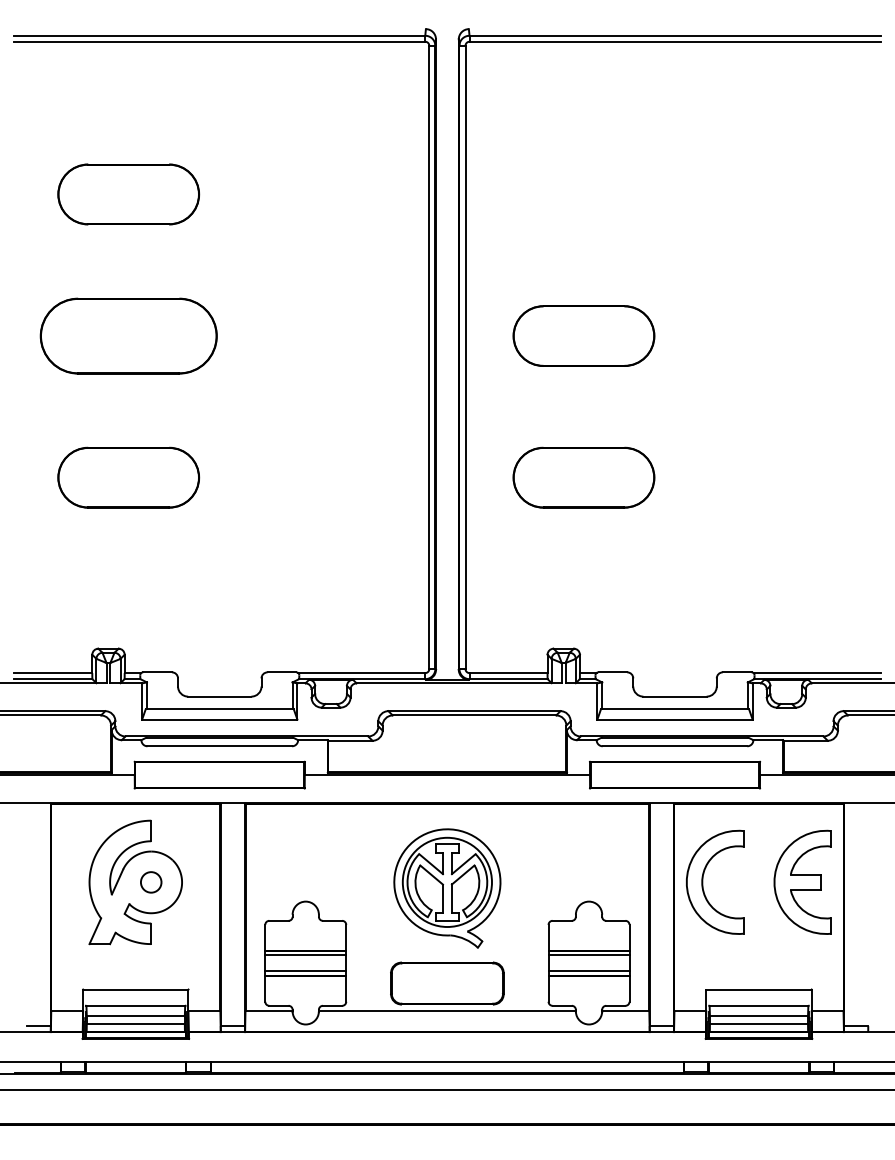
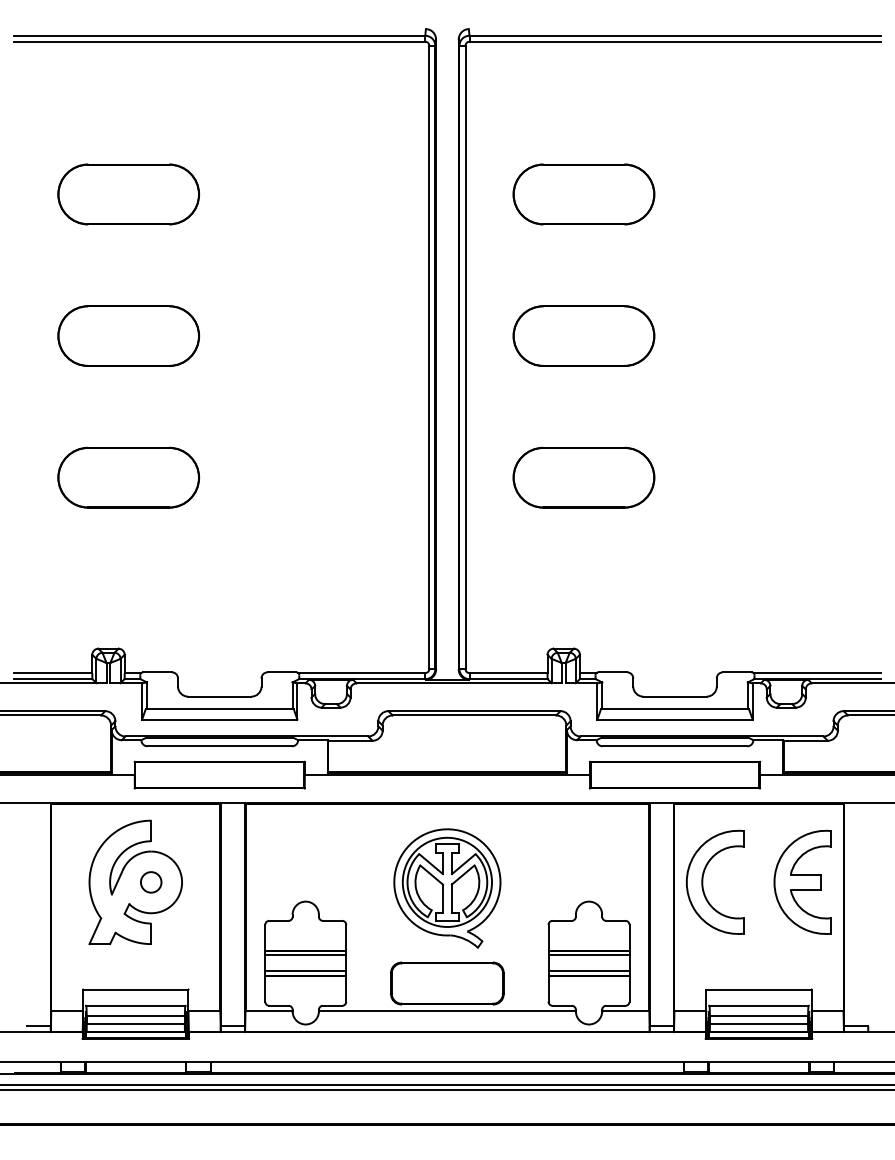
part at (583, 194): none -> present
part at (128, 335) size: 179x78 px -> 143x62 px
line at (446, 1084): none -> present
